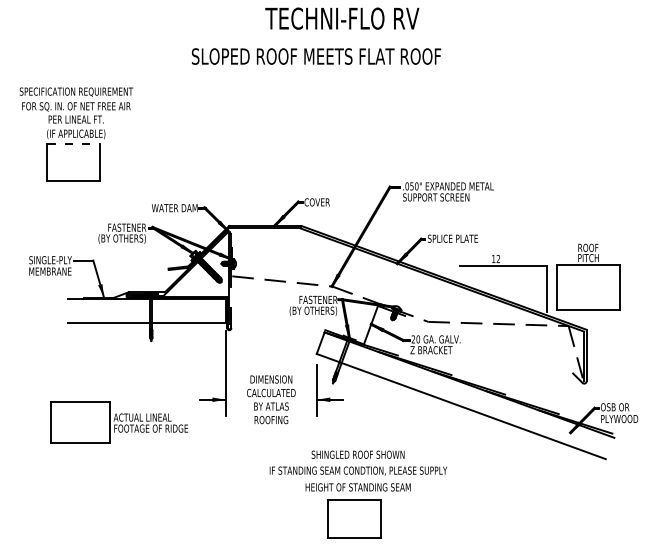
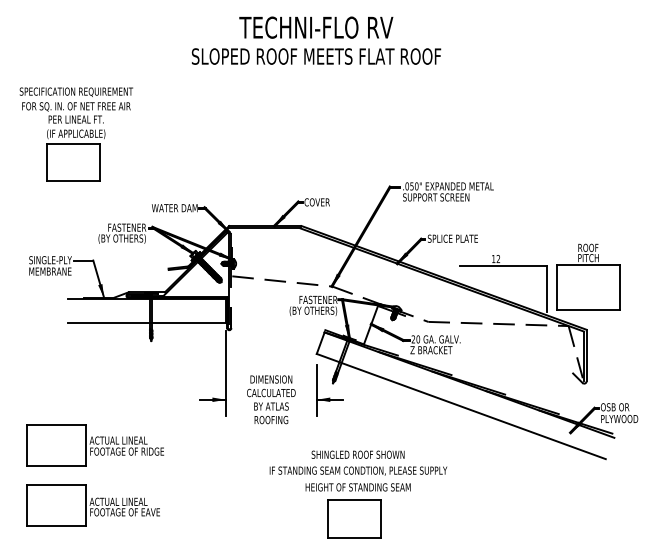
text at (342, 18) position: (342, 18) -> (316, 27)
line at (74, 144): dashed -> solid
part at (118, 422) position: (118, 422) -> (94, 445)
part at (92, 505): none -> present
